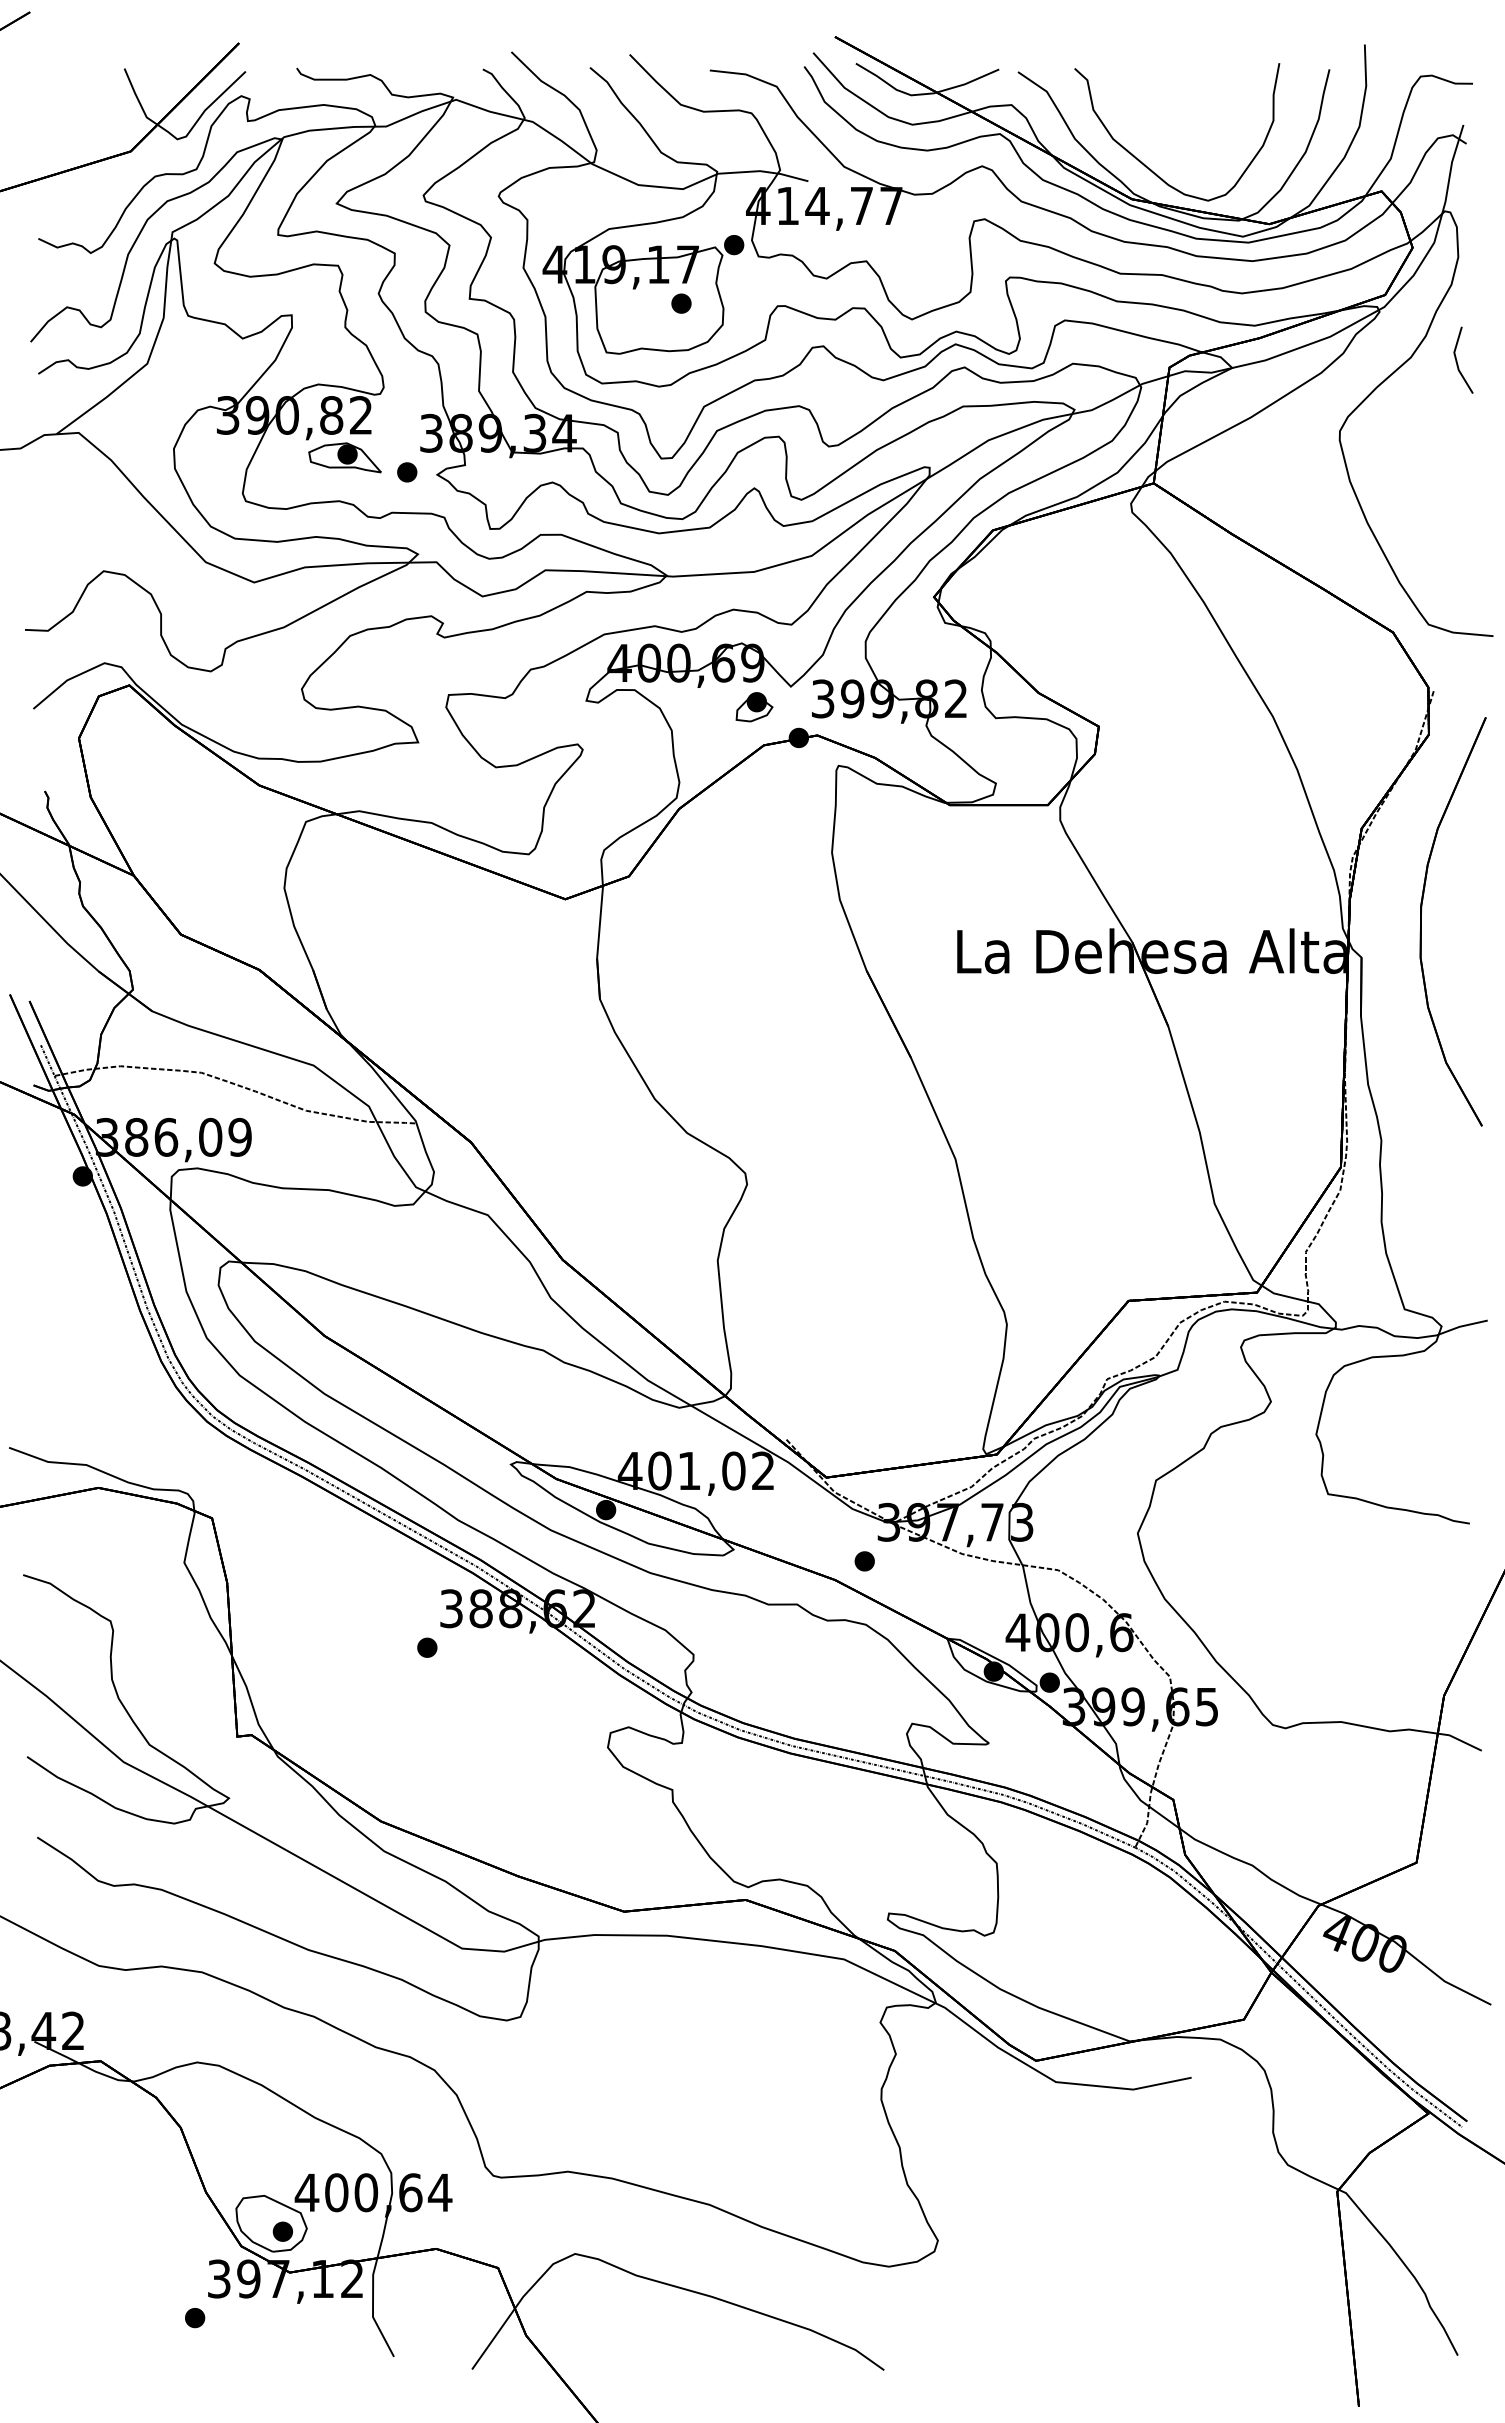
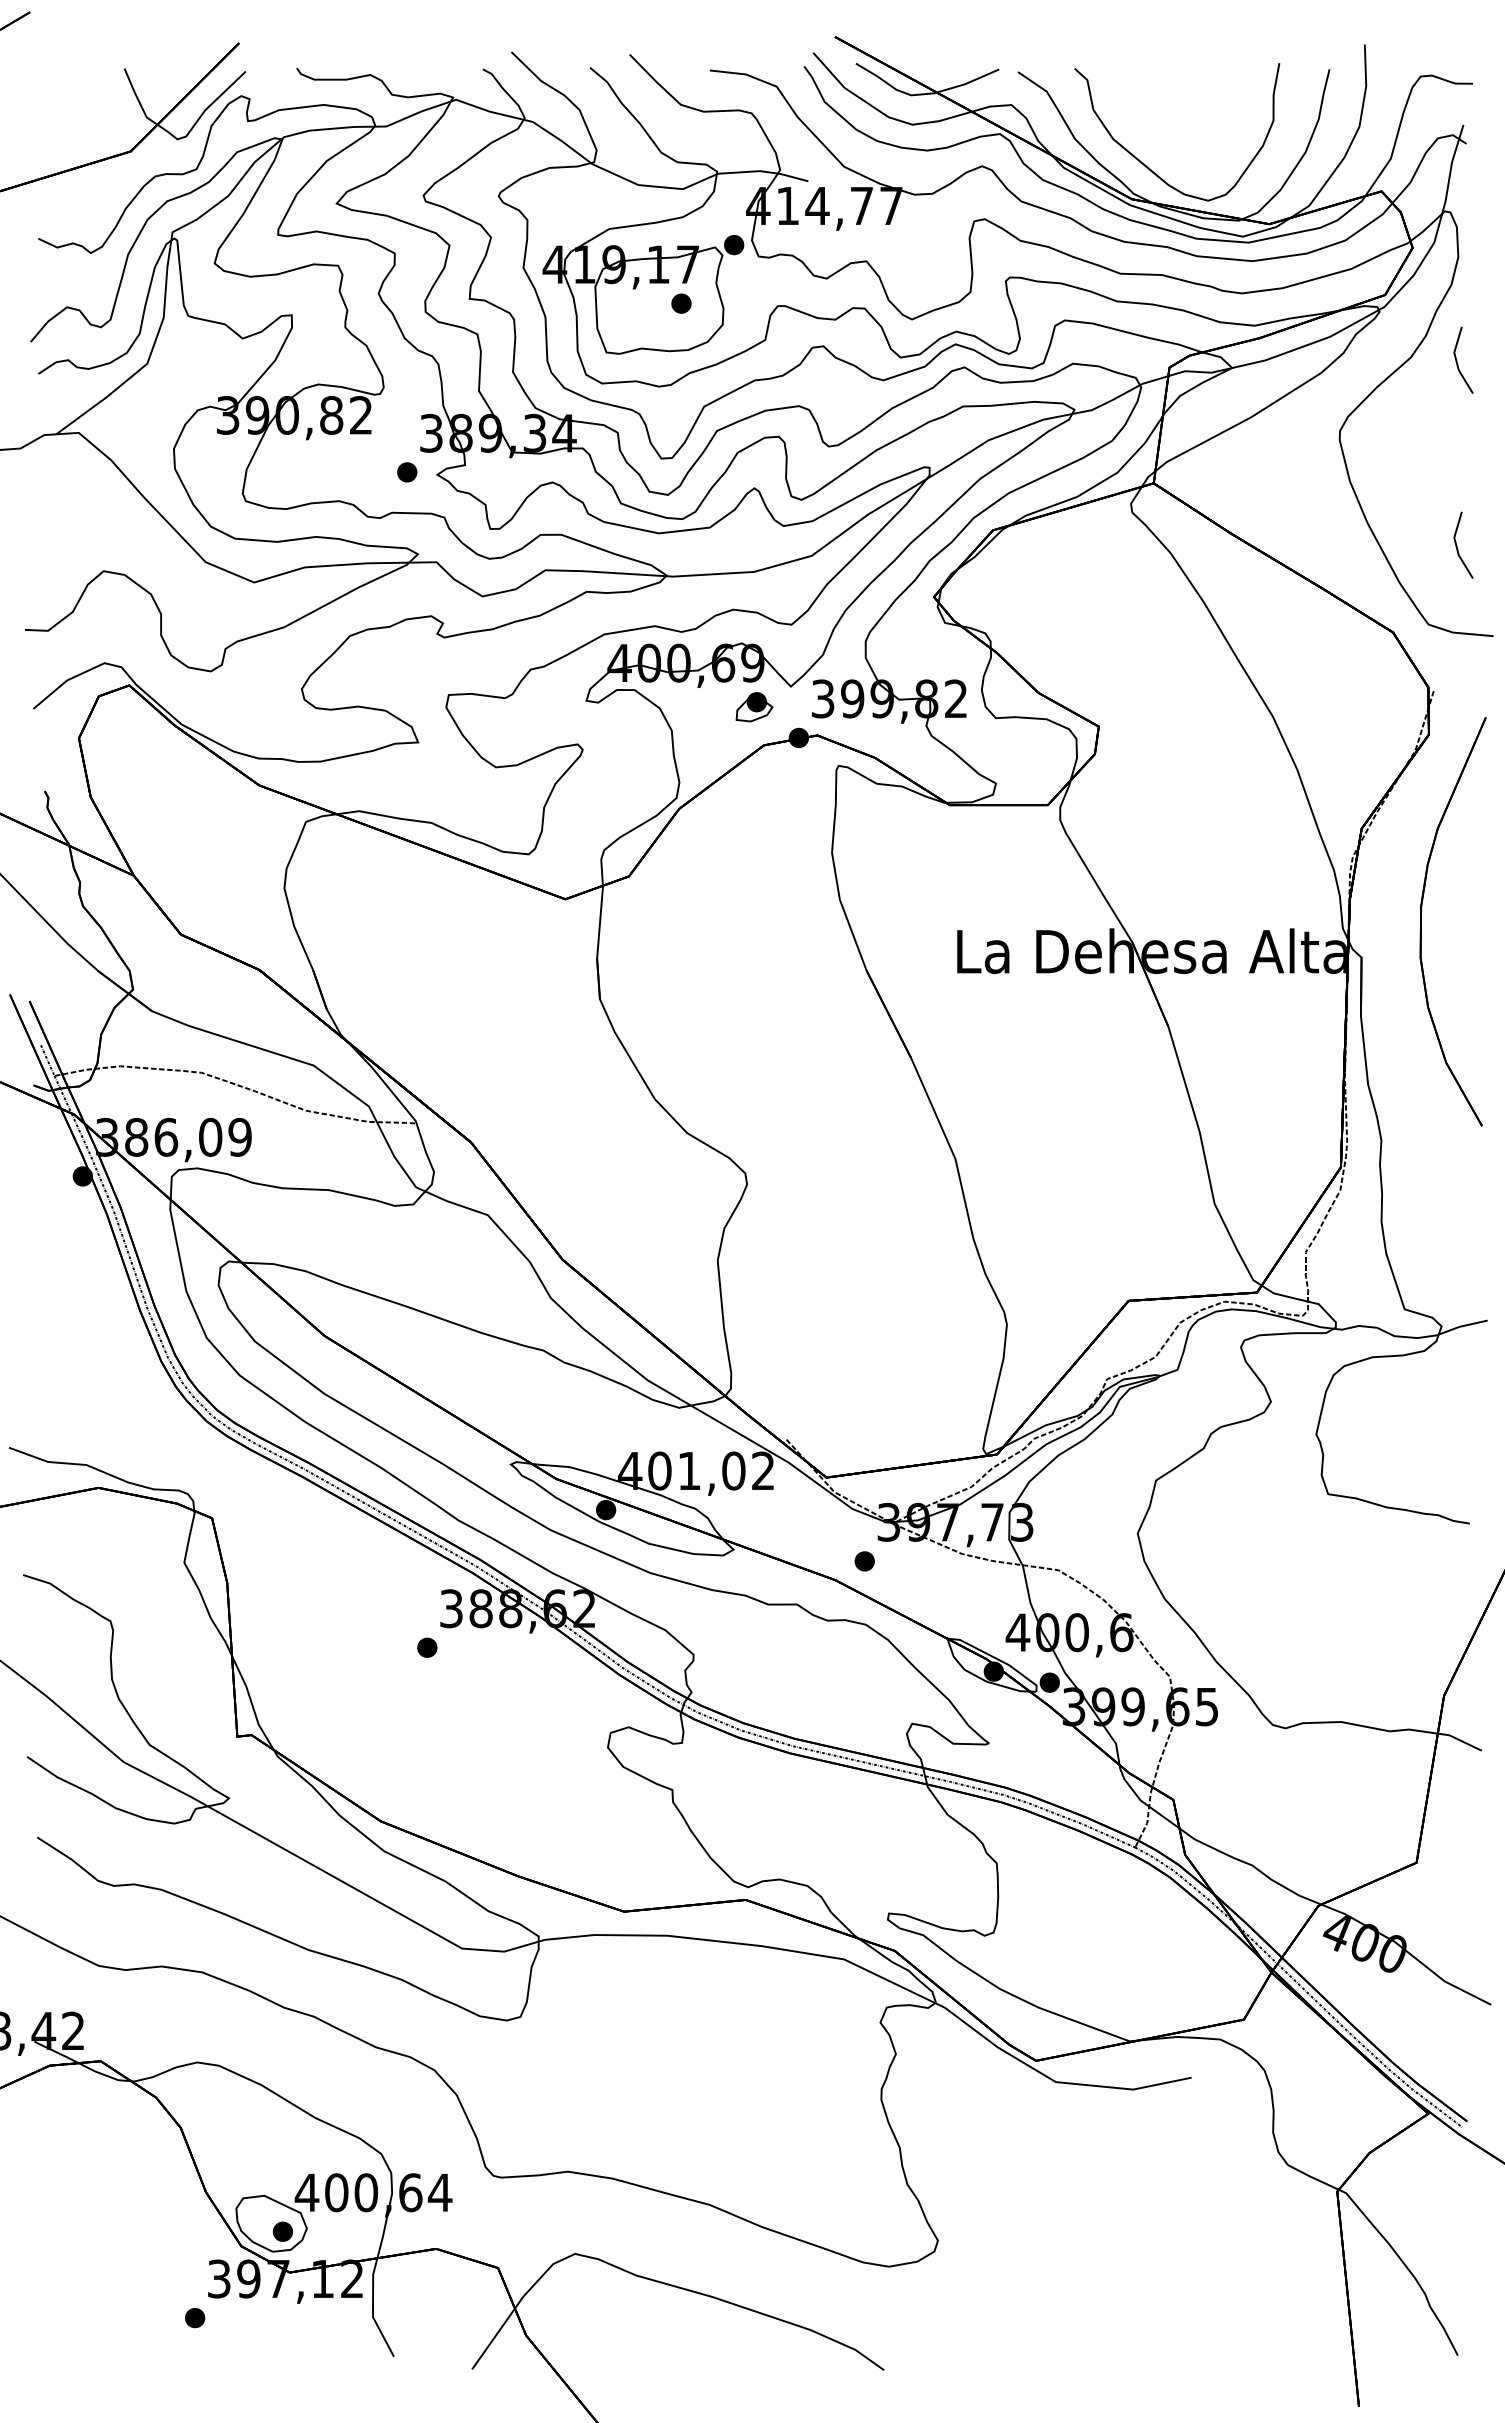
part at (344, 457): present -> none
line at (1457, 545): none -> present
